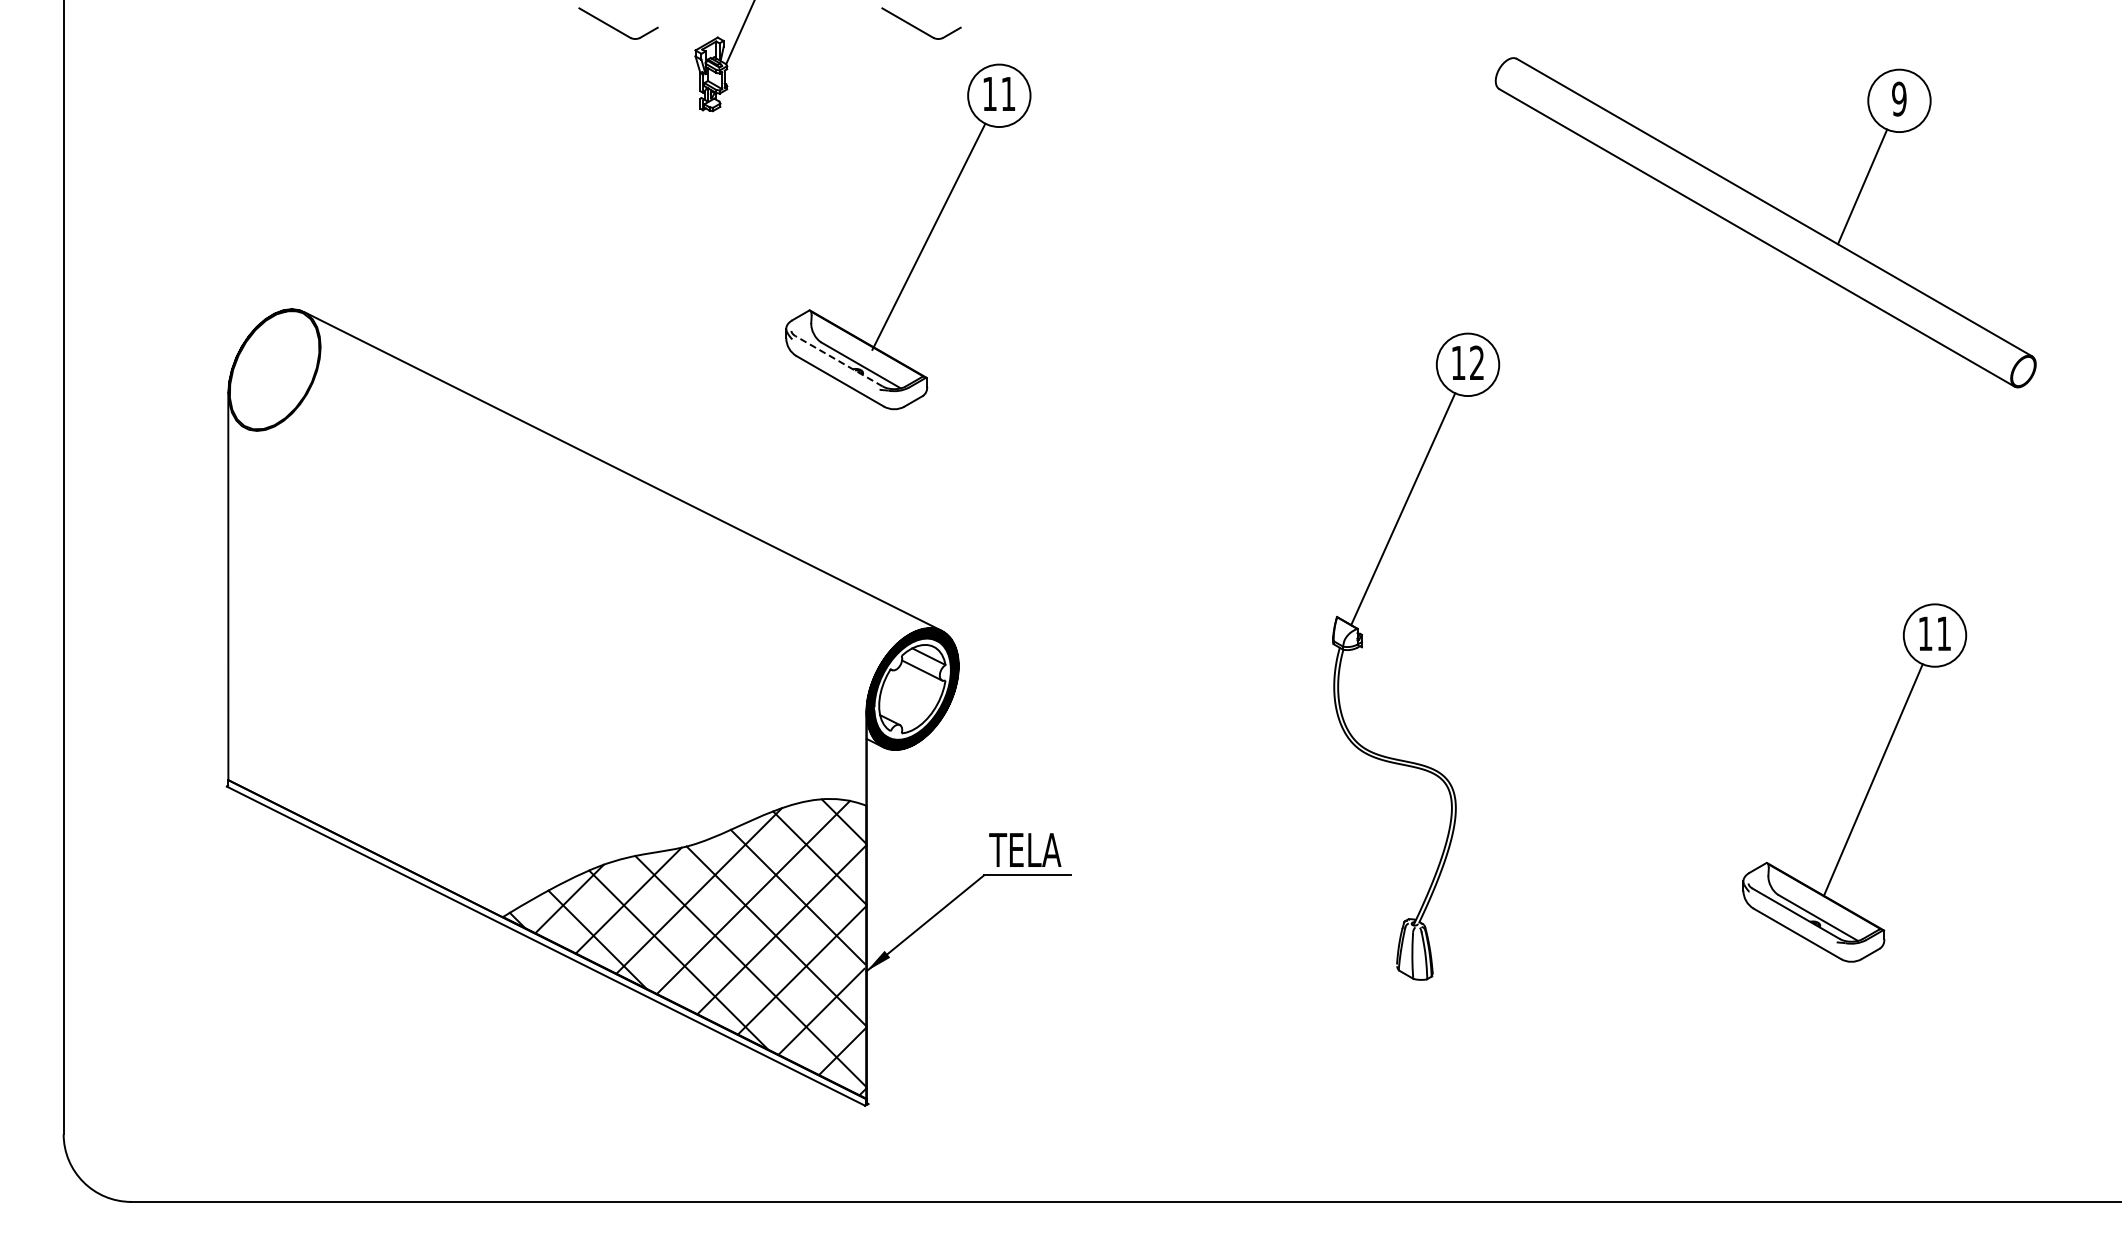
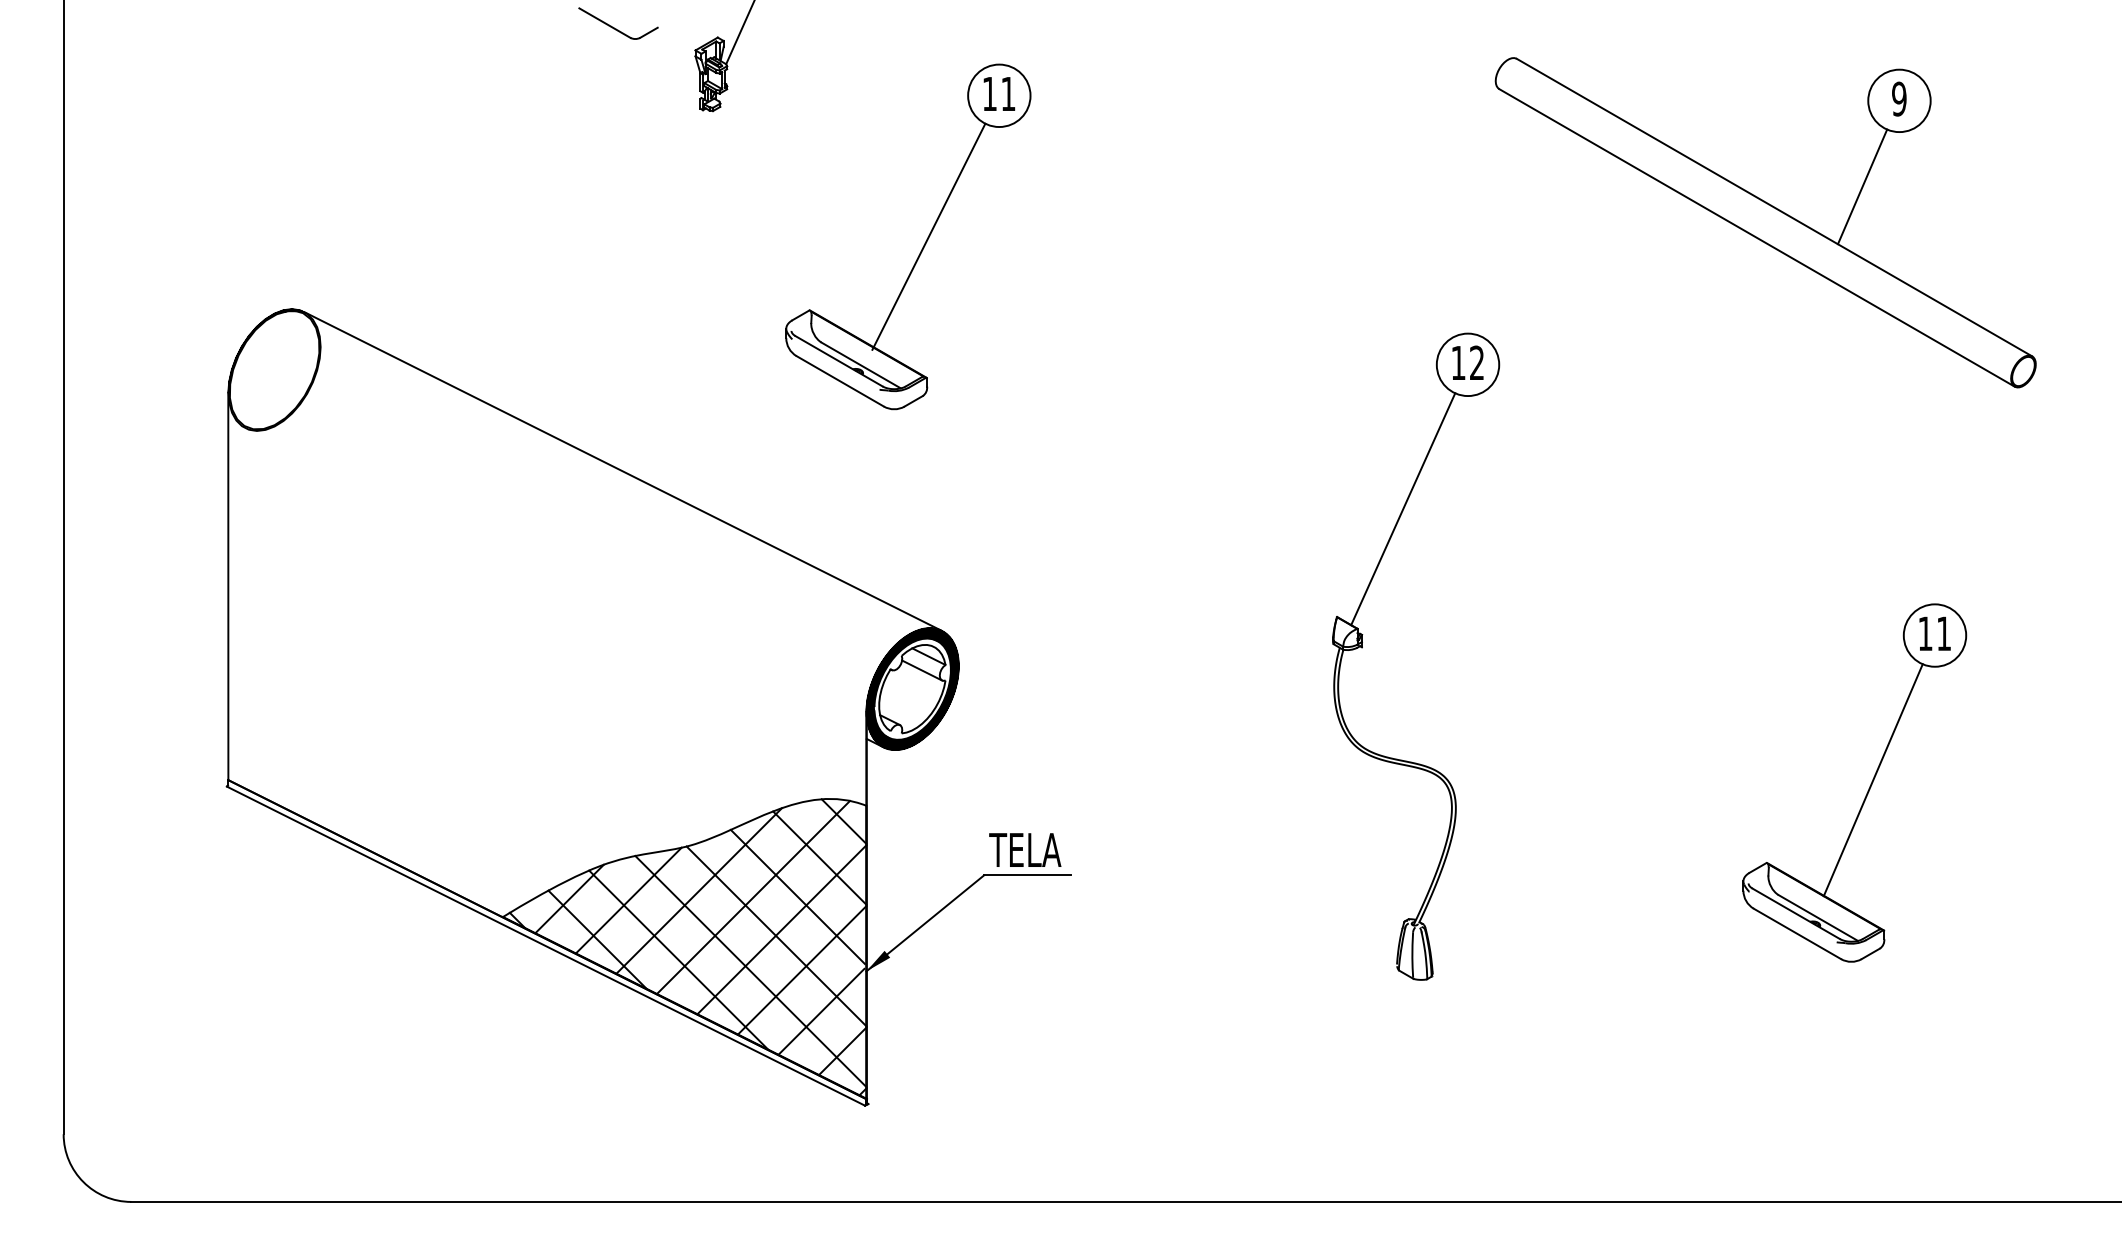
part at (921, 23): present -> none
line at (838, 361): dashed -> solid
